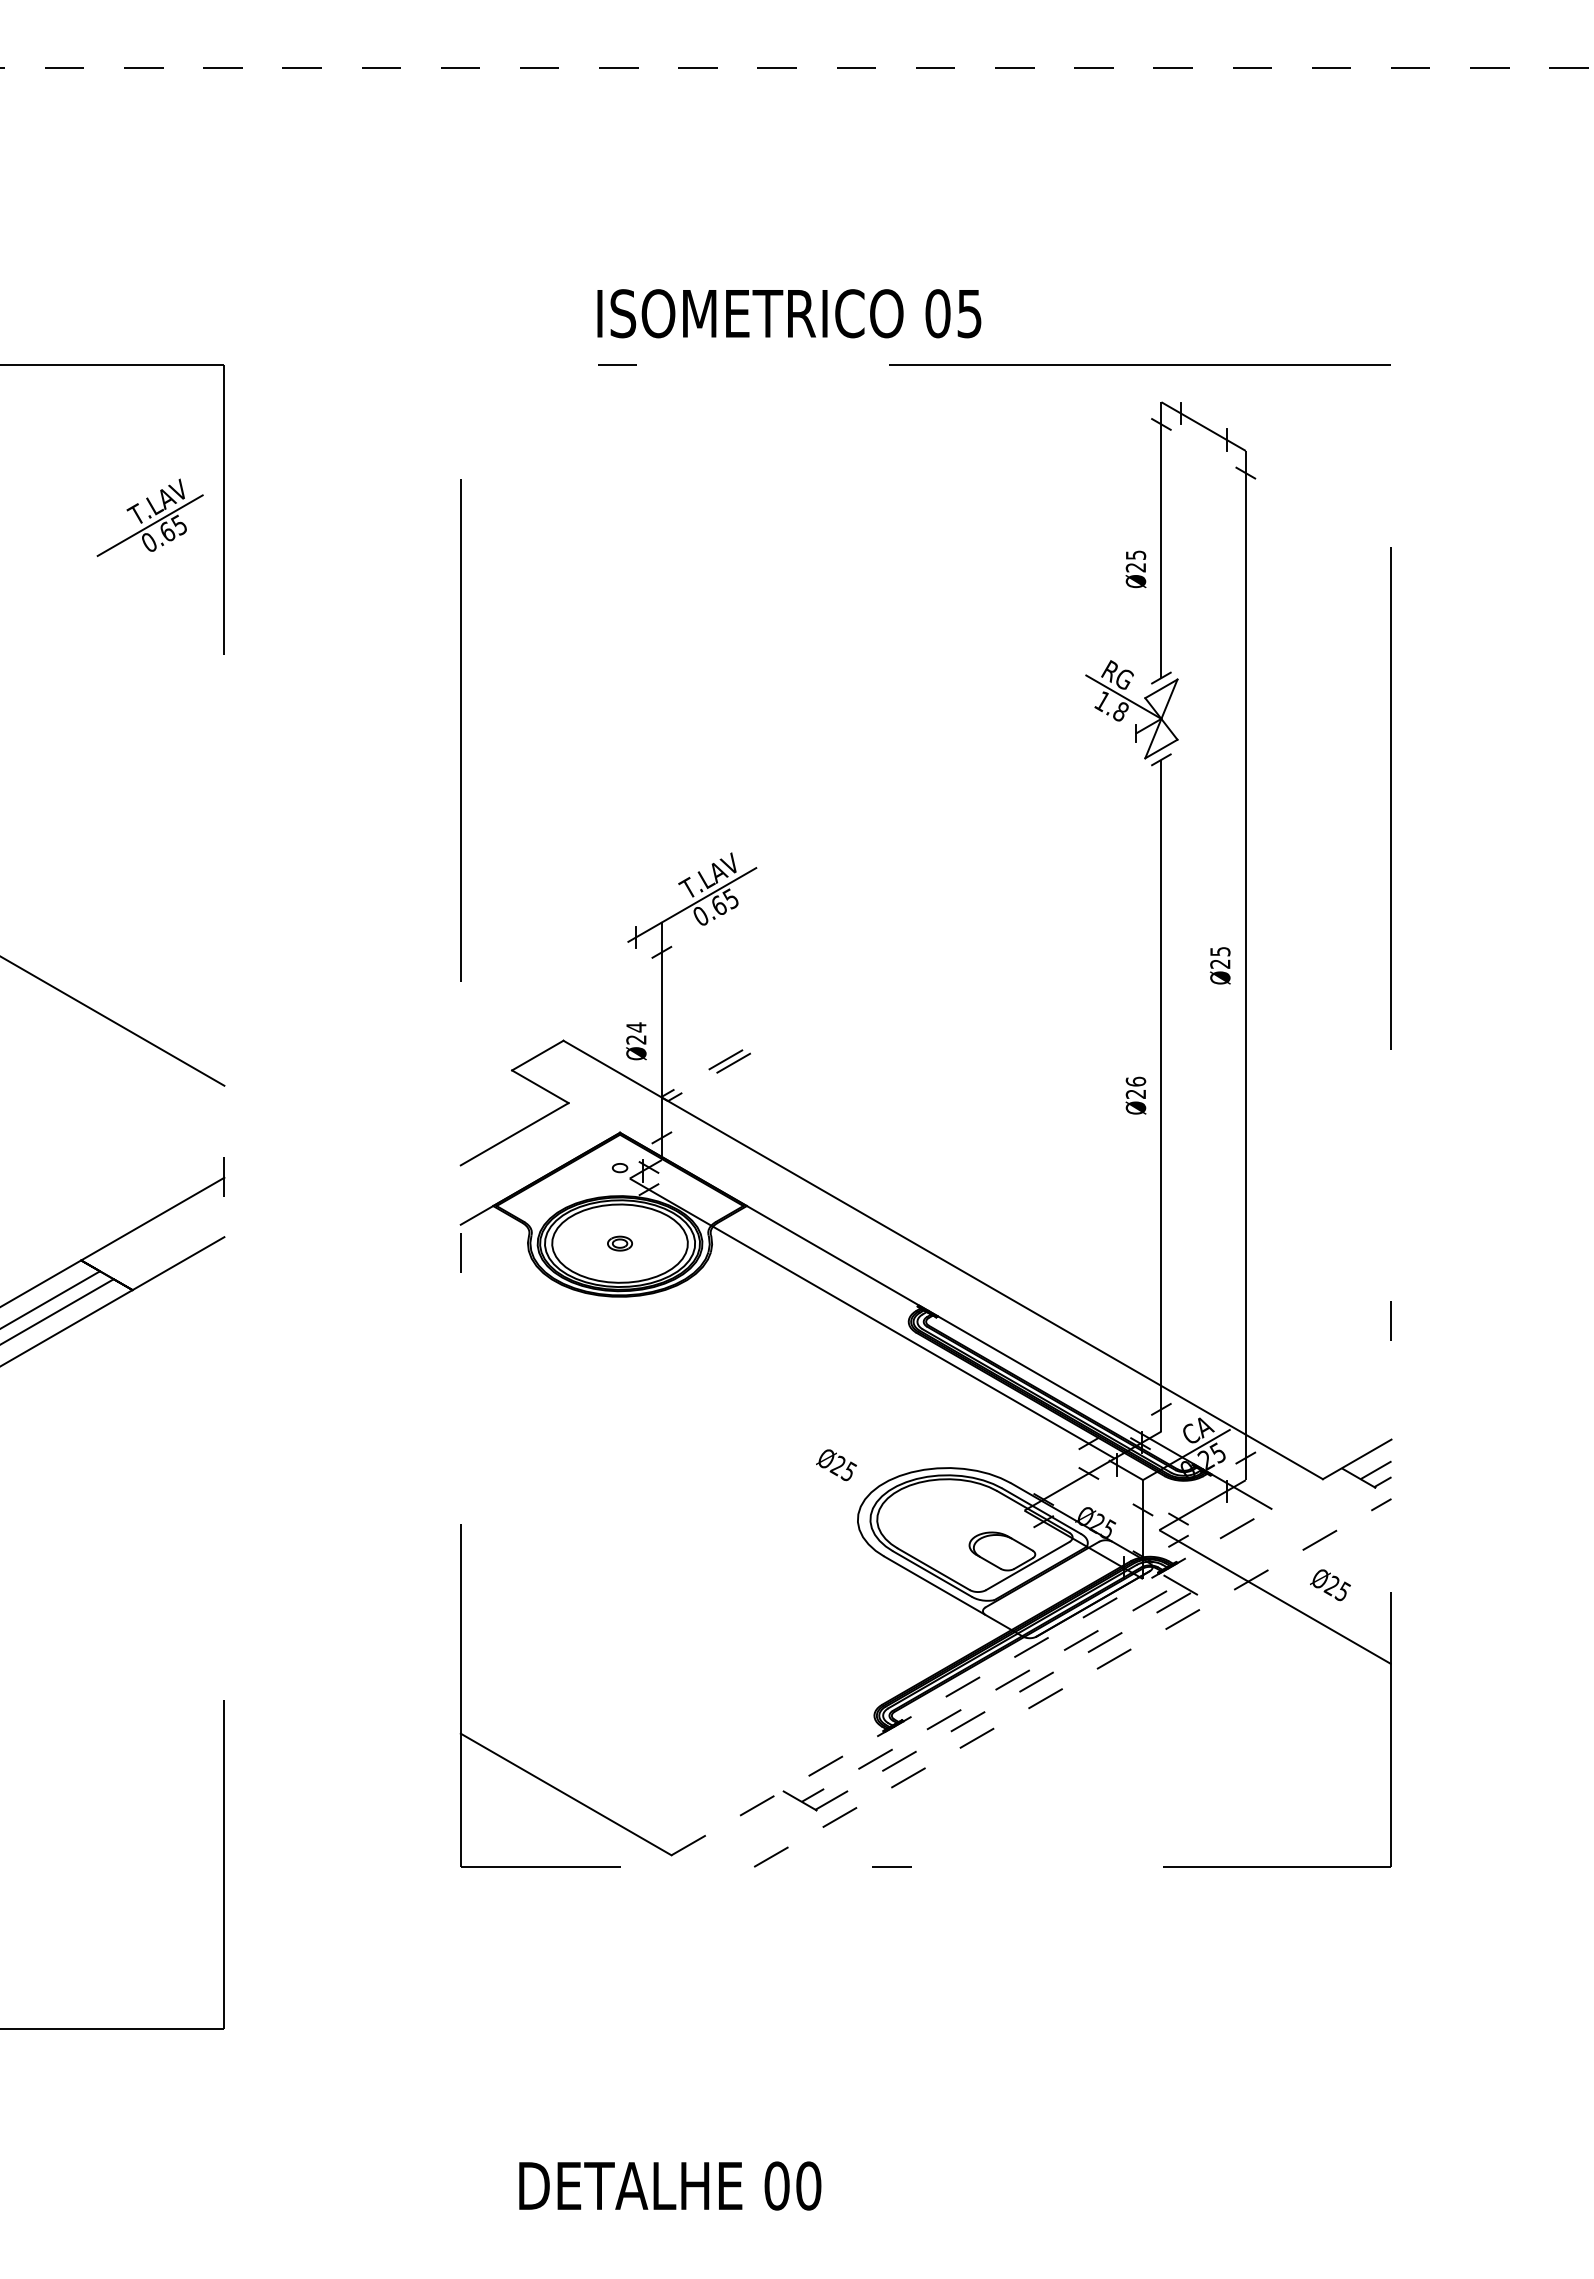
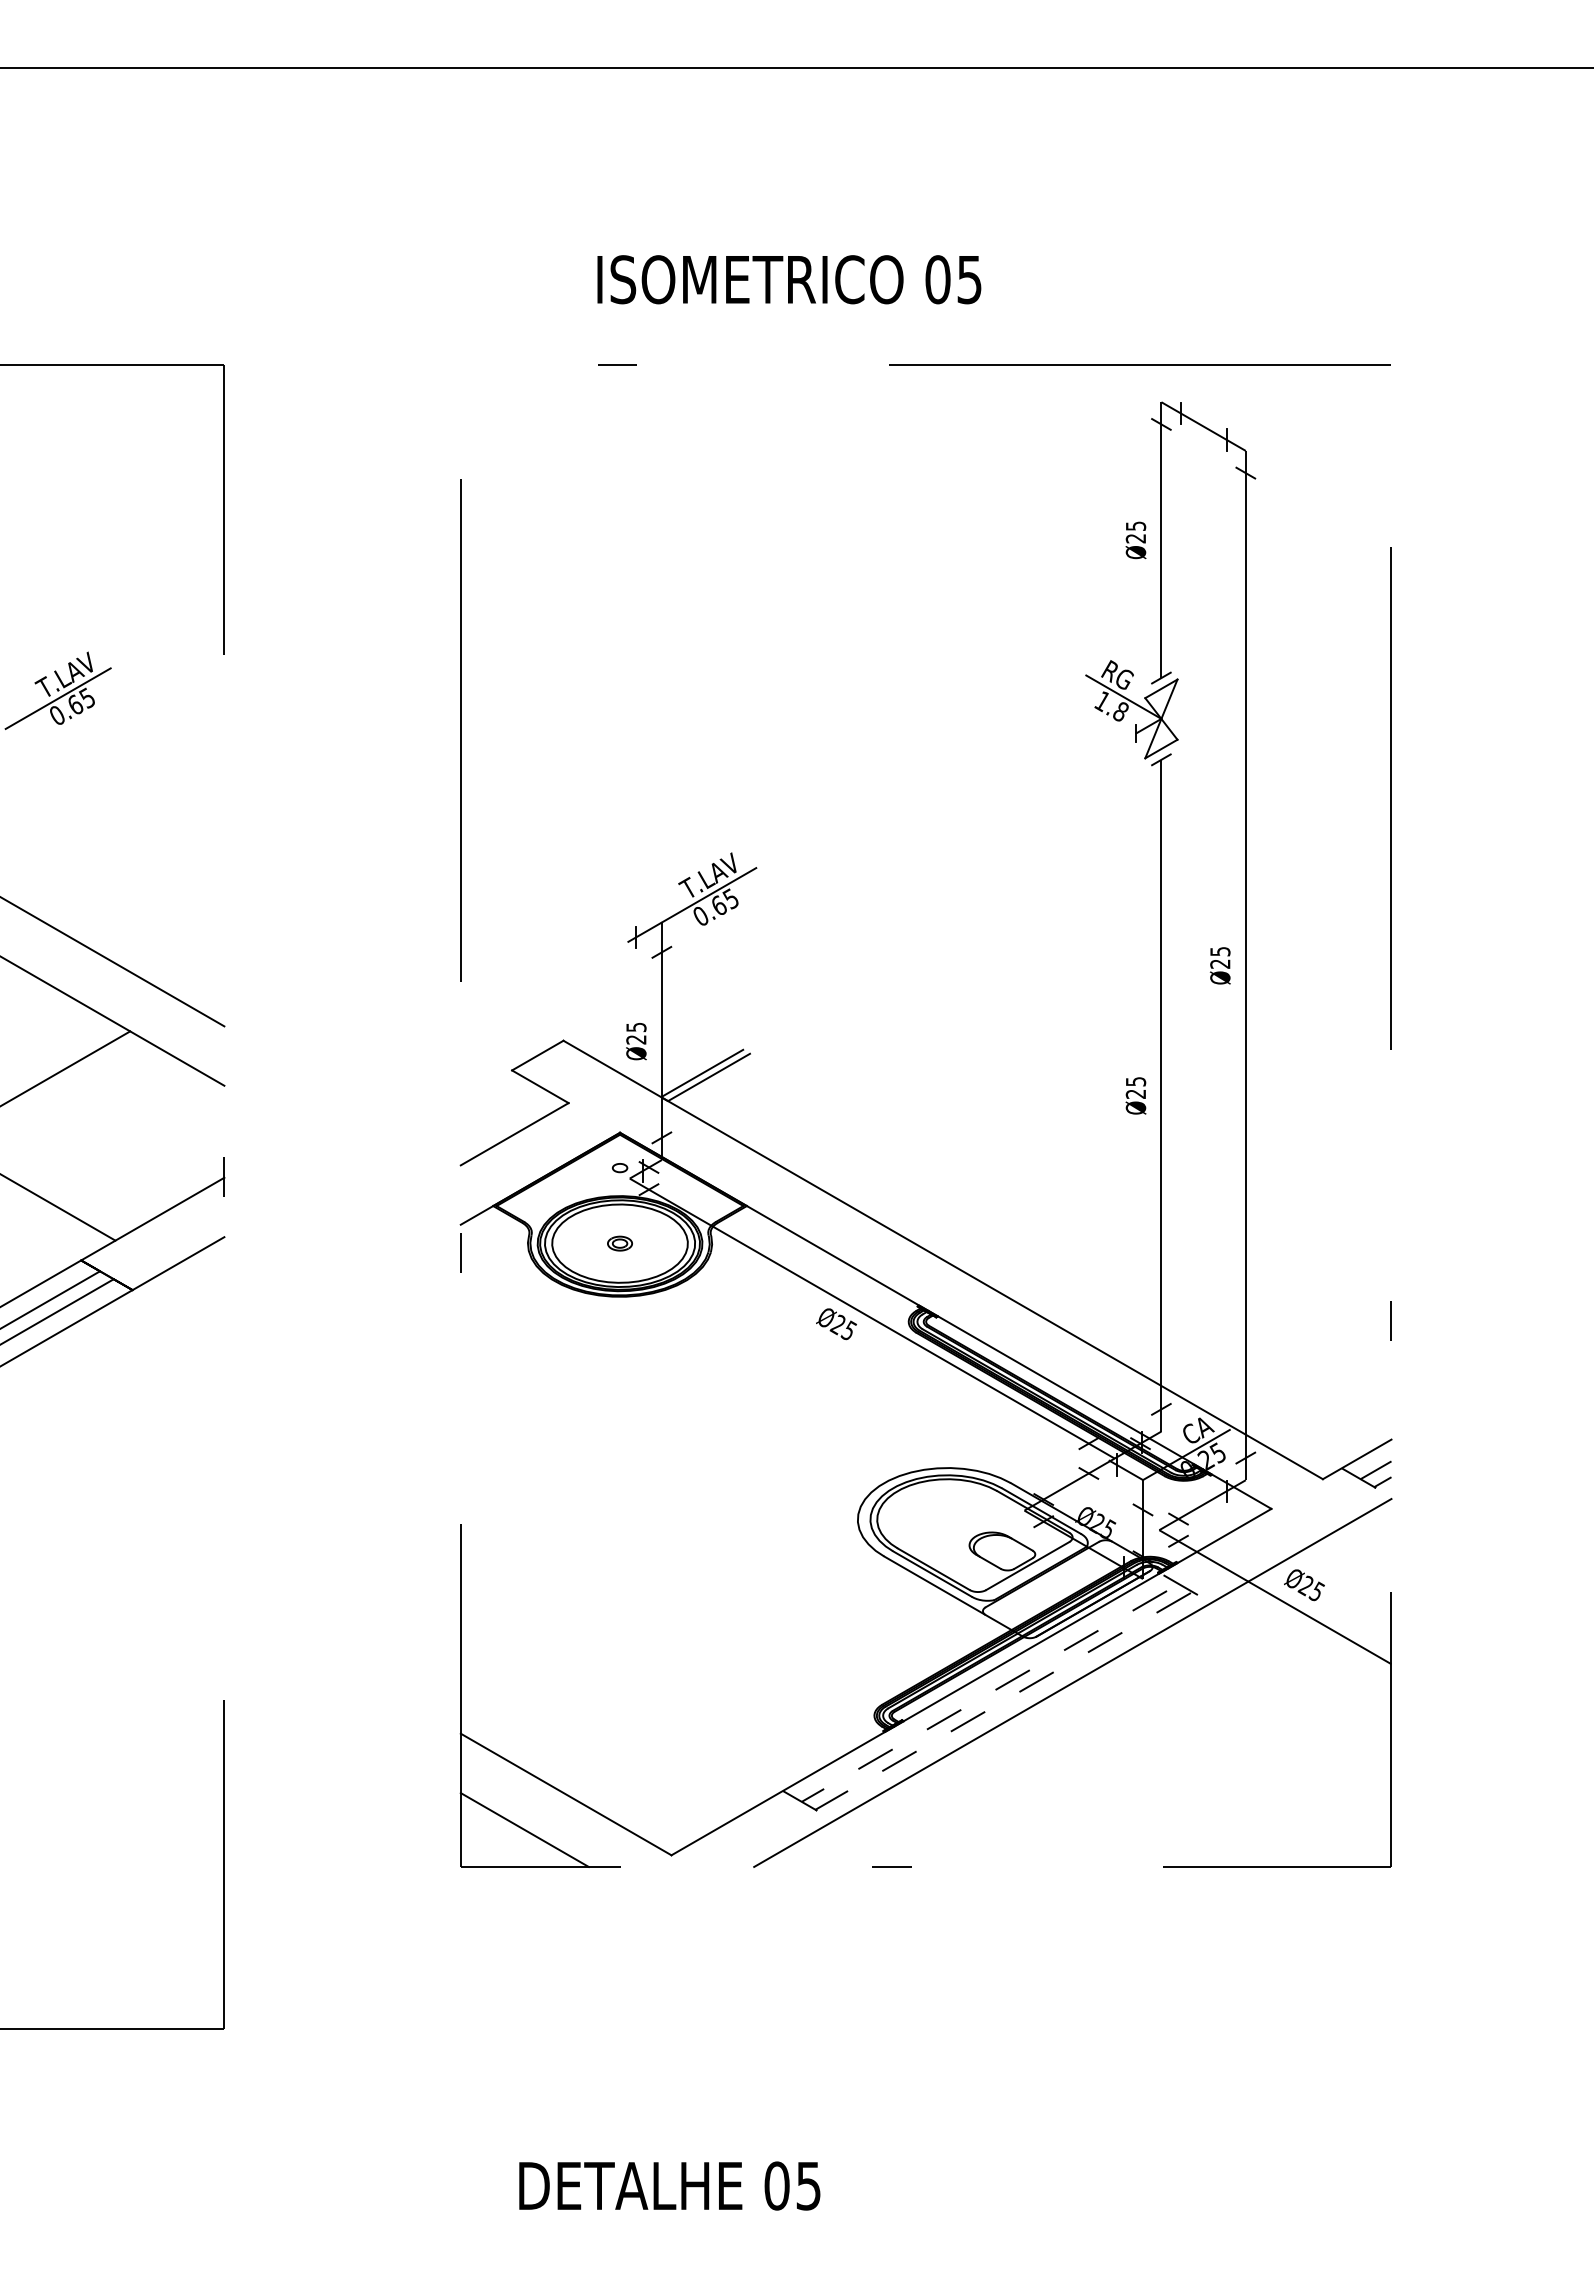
line at (796, 68): dashed -> solid
text at (789, 313) position: (789, 313) -> (789, 279)
part at (149, 517) position: (149, 517) -> (57, 690)
text at (1135, 569) position: (1135, 569) -> (1135, 540)
line at (113, 962): none -> present
text at (636, 1027): Ø24 -> Ø25
line at (66, 1068): none -> present
text at (1135, 1081): Ø26 -> Ø25
line at (664, 1099): dashed -> solid
line at (58, 1207): none -> present
text at (836, 1465) position: (836, 1465) -> (836, 1324)
text at (1330, 1585) position: (1330, 1585) -> (1304, 1585)
line at (971, 1681): dashed -> solid
line at (1072, 1682): dashed -> solid
line at (524, 1829): none -> present
text at (808, 2185): 00 -> 05
